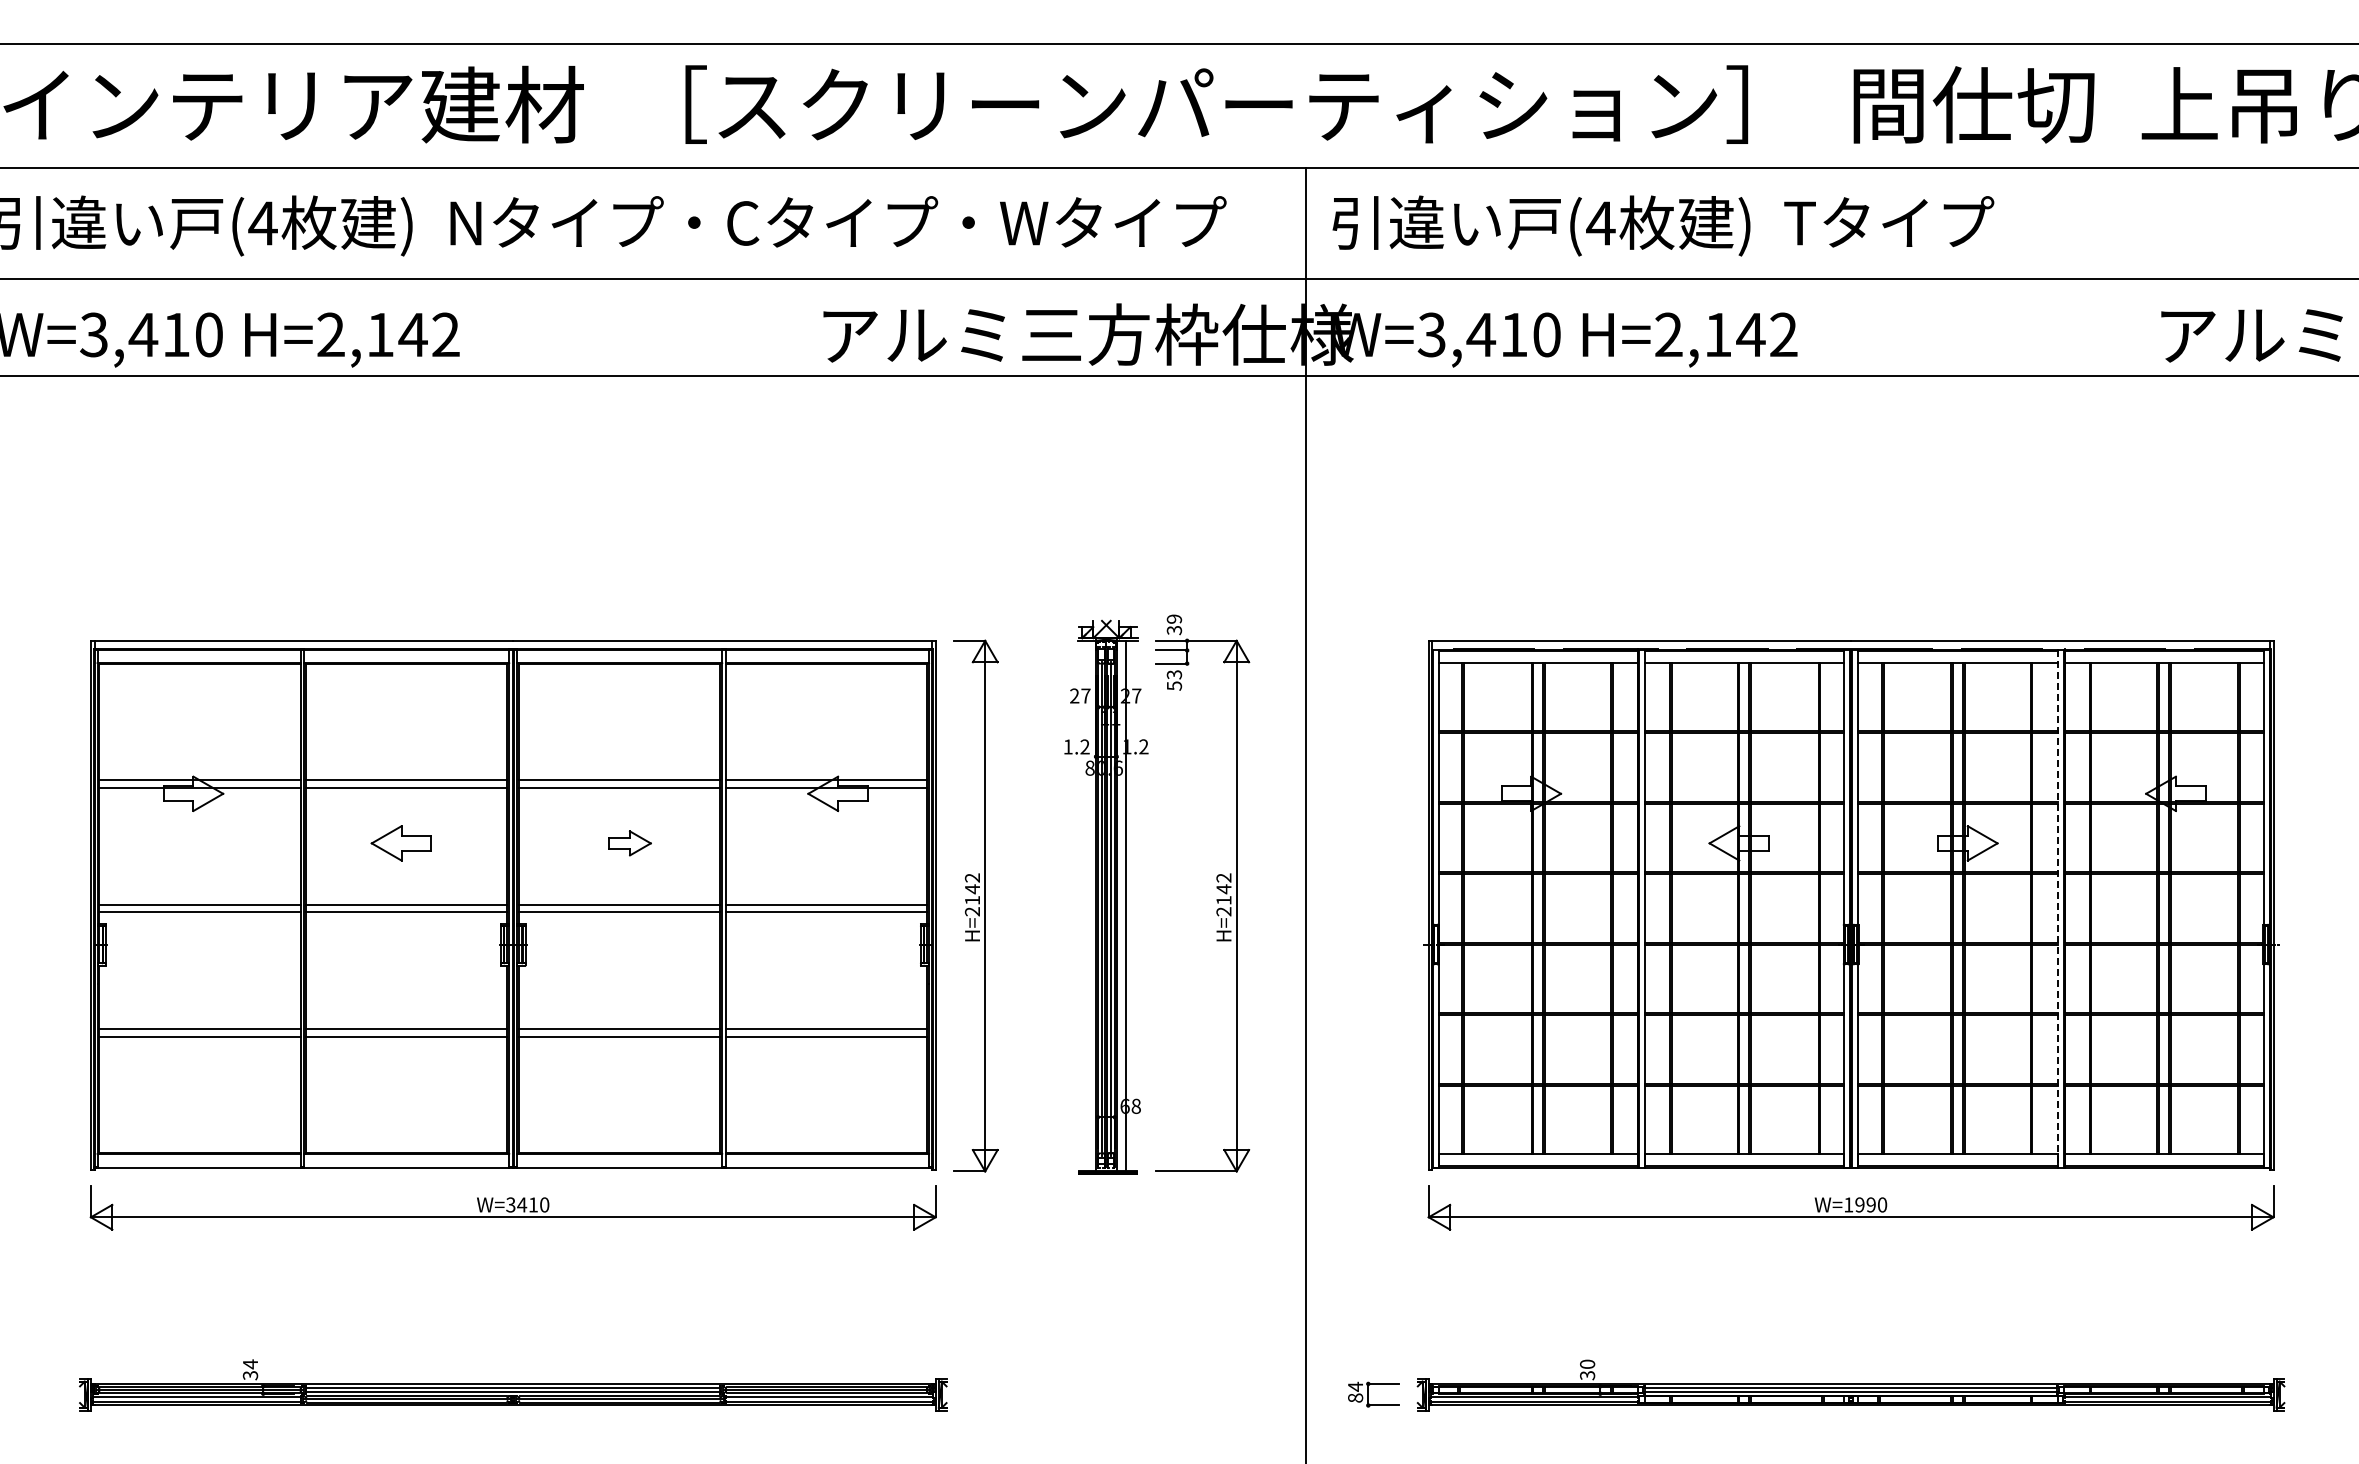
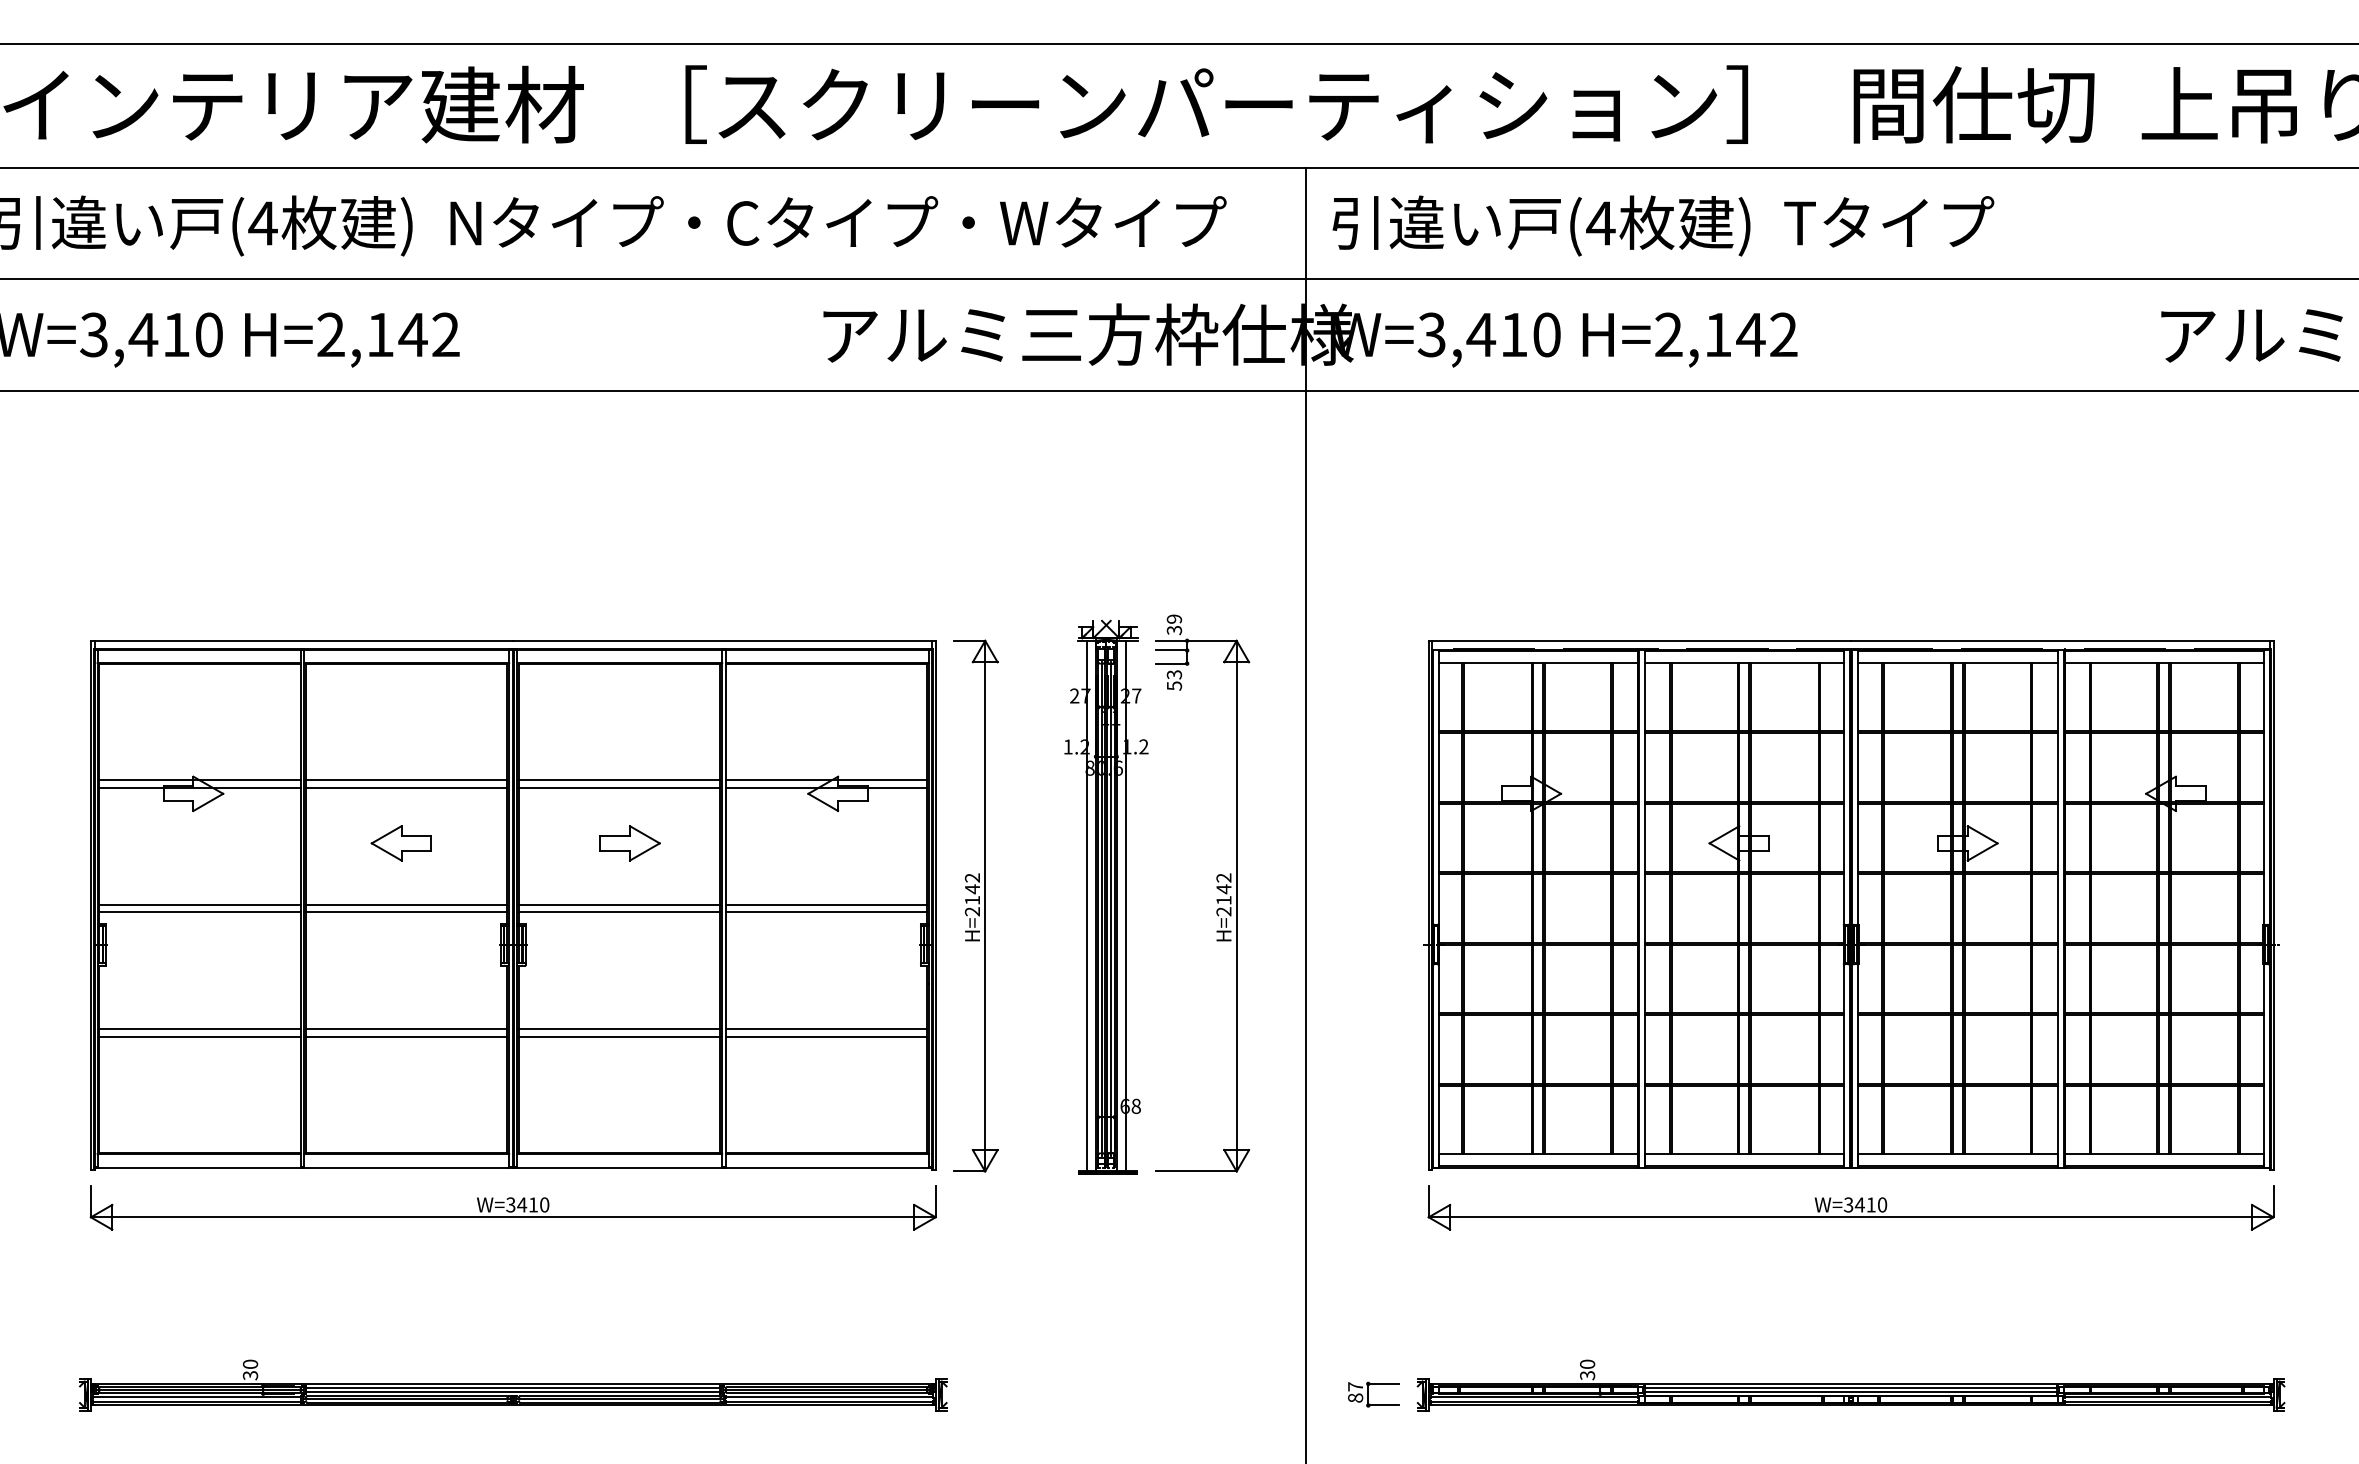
line at (1178, 375) position: (1178, 375) -> (1178, 390)
part at (629, 843) size: 44x27 px -> 62x37 px
line at (1087, 905): none -> present
line at (2057, 909): dashed -> solid
text at (1859, 1204): W=1990 -> W=3410
text at (250, 1364): 34 -> 30
text at (1355, 1386): 84 -> 87
